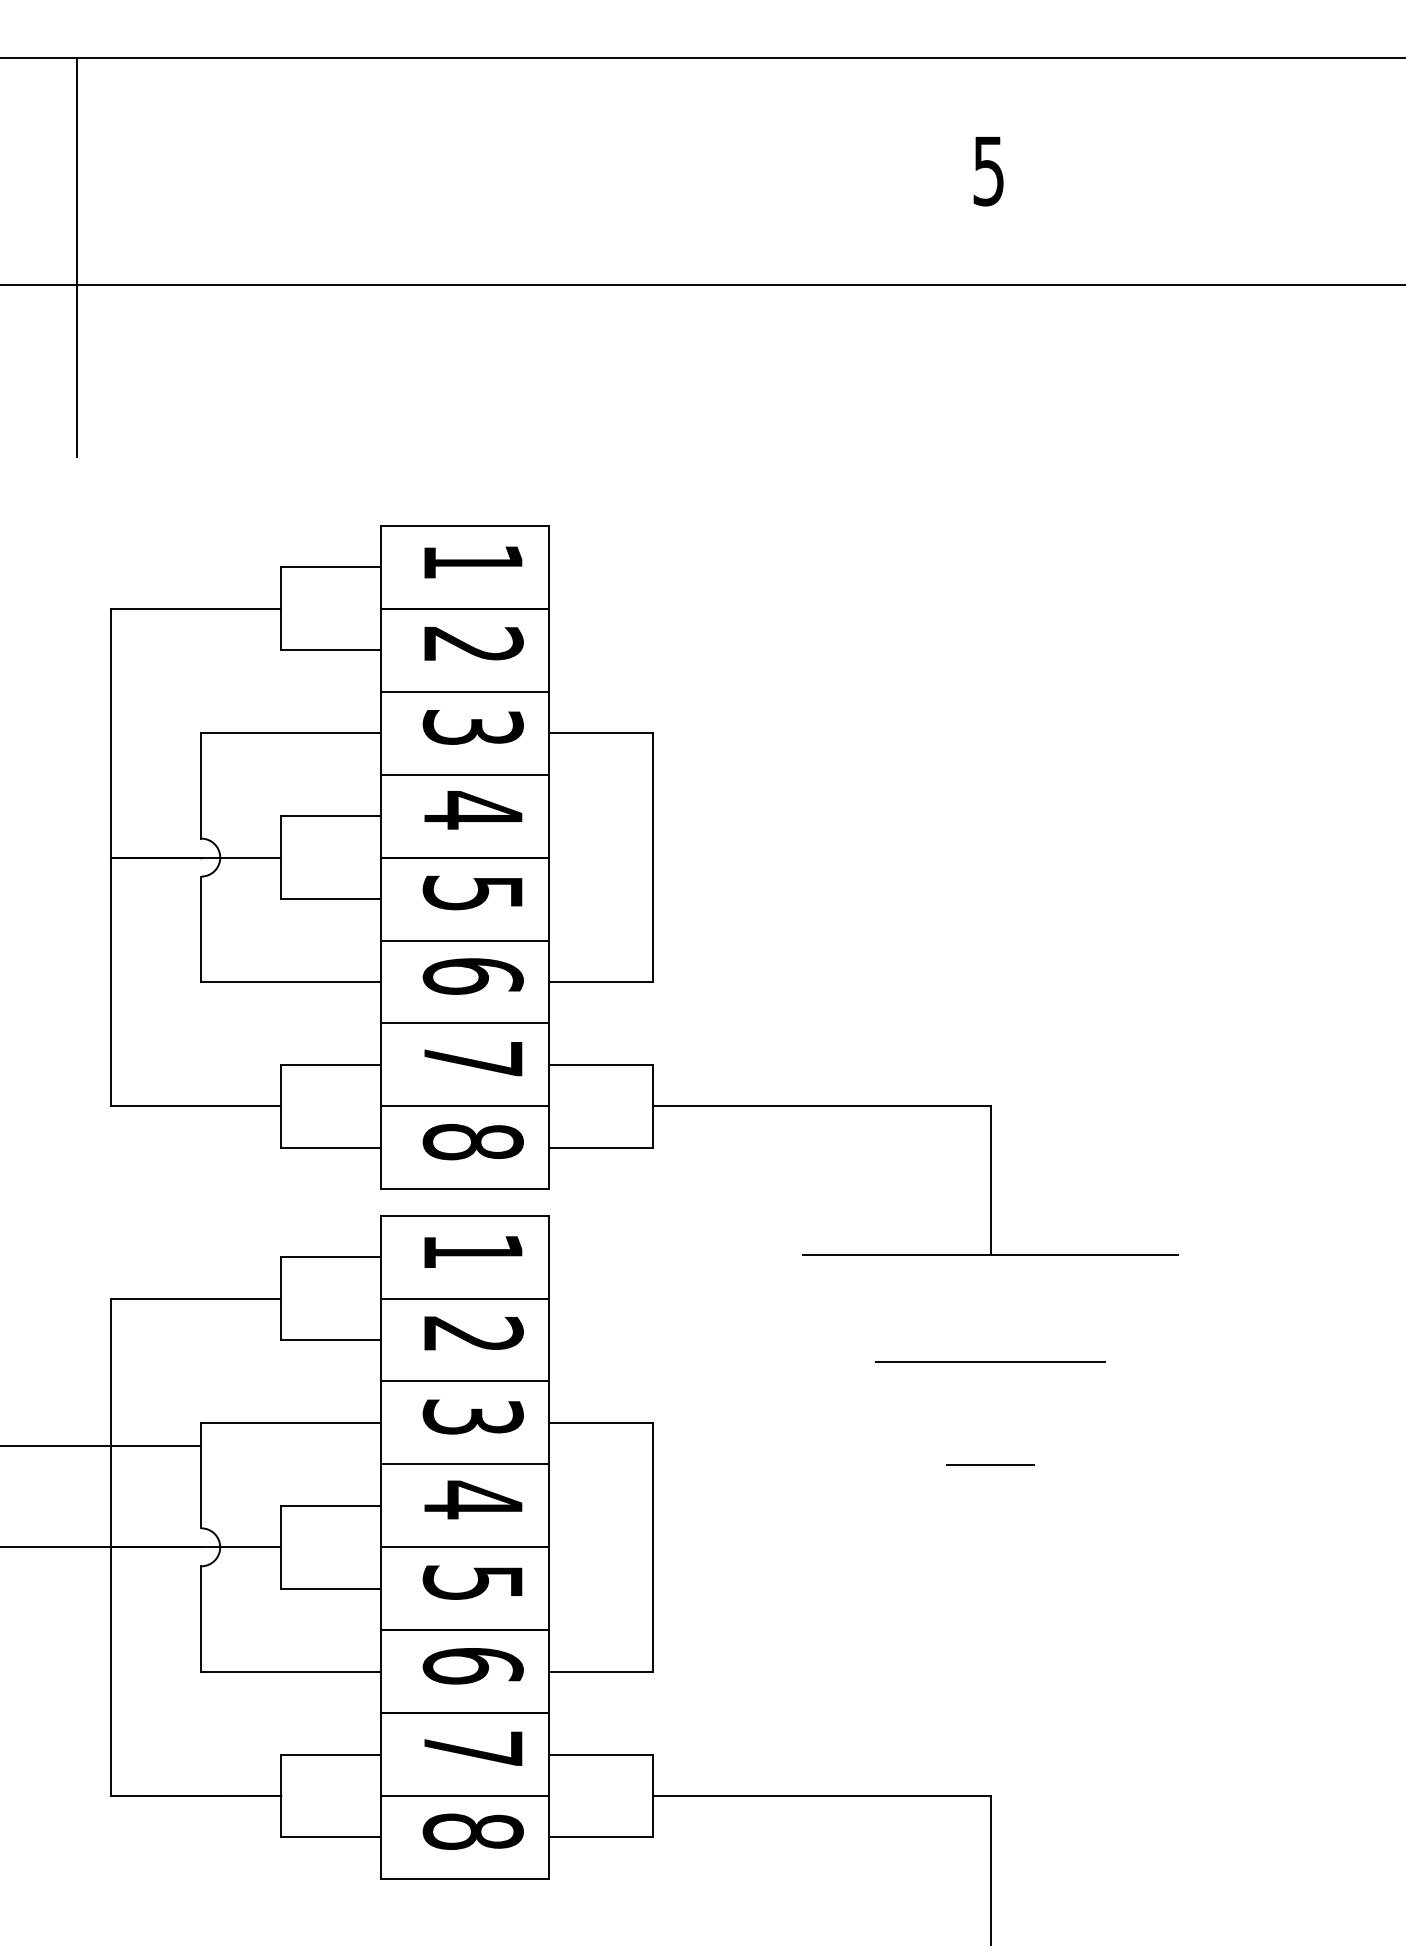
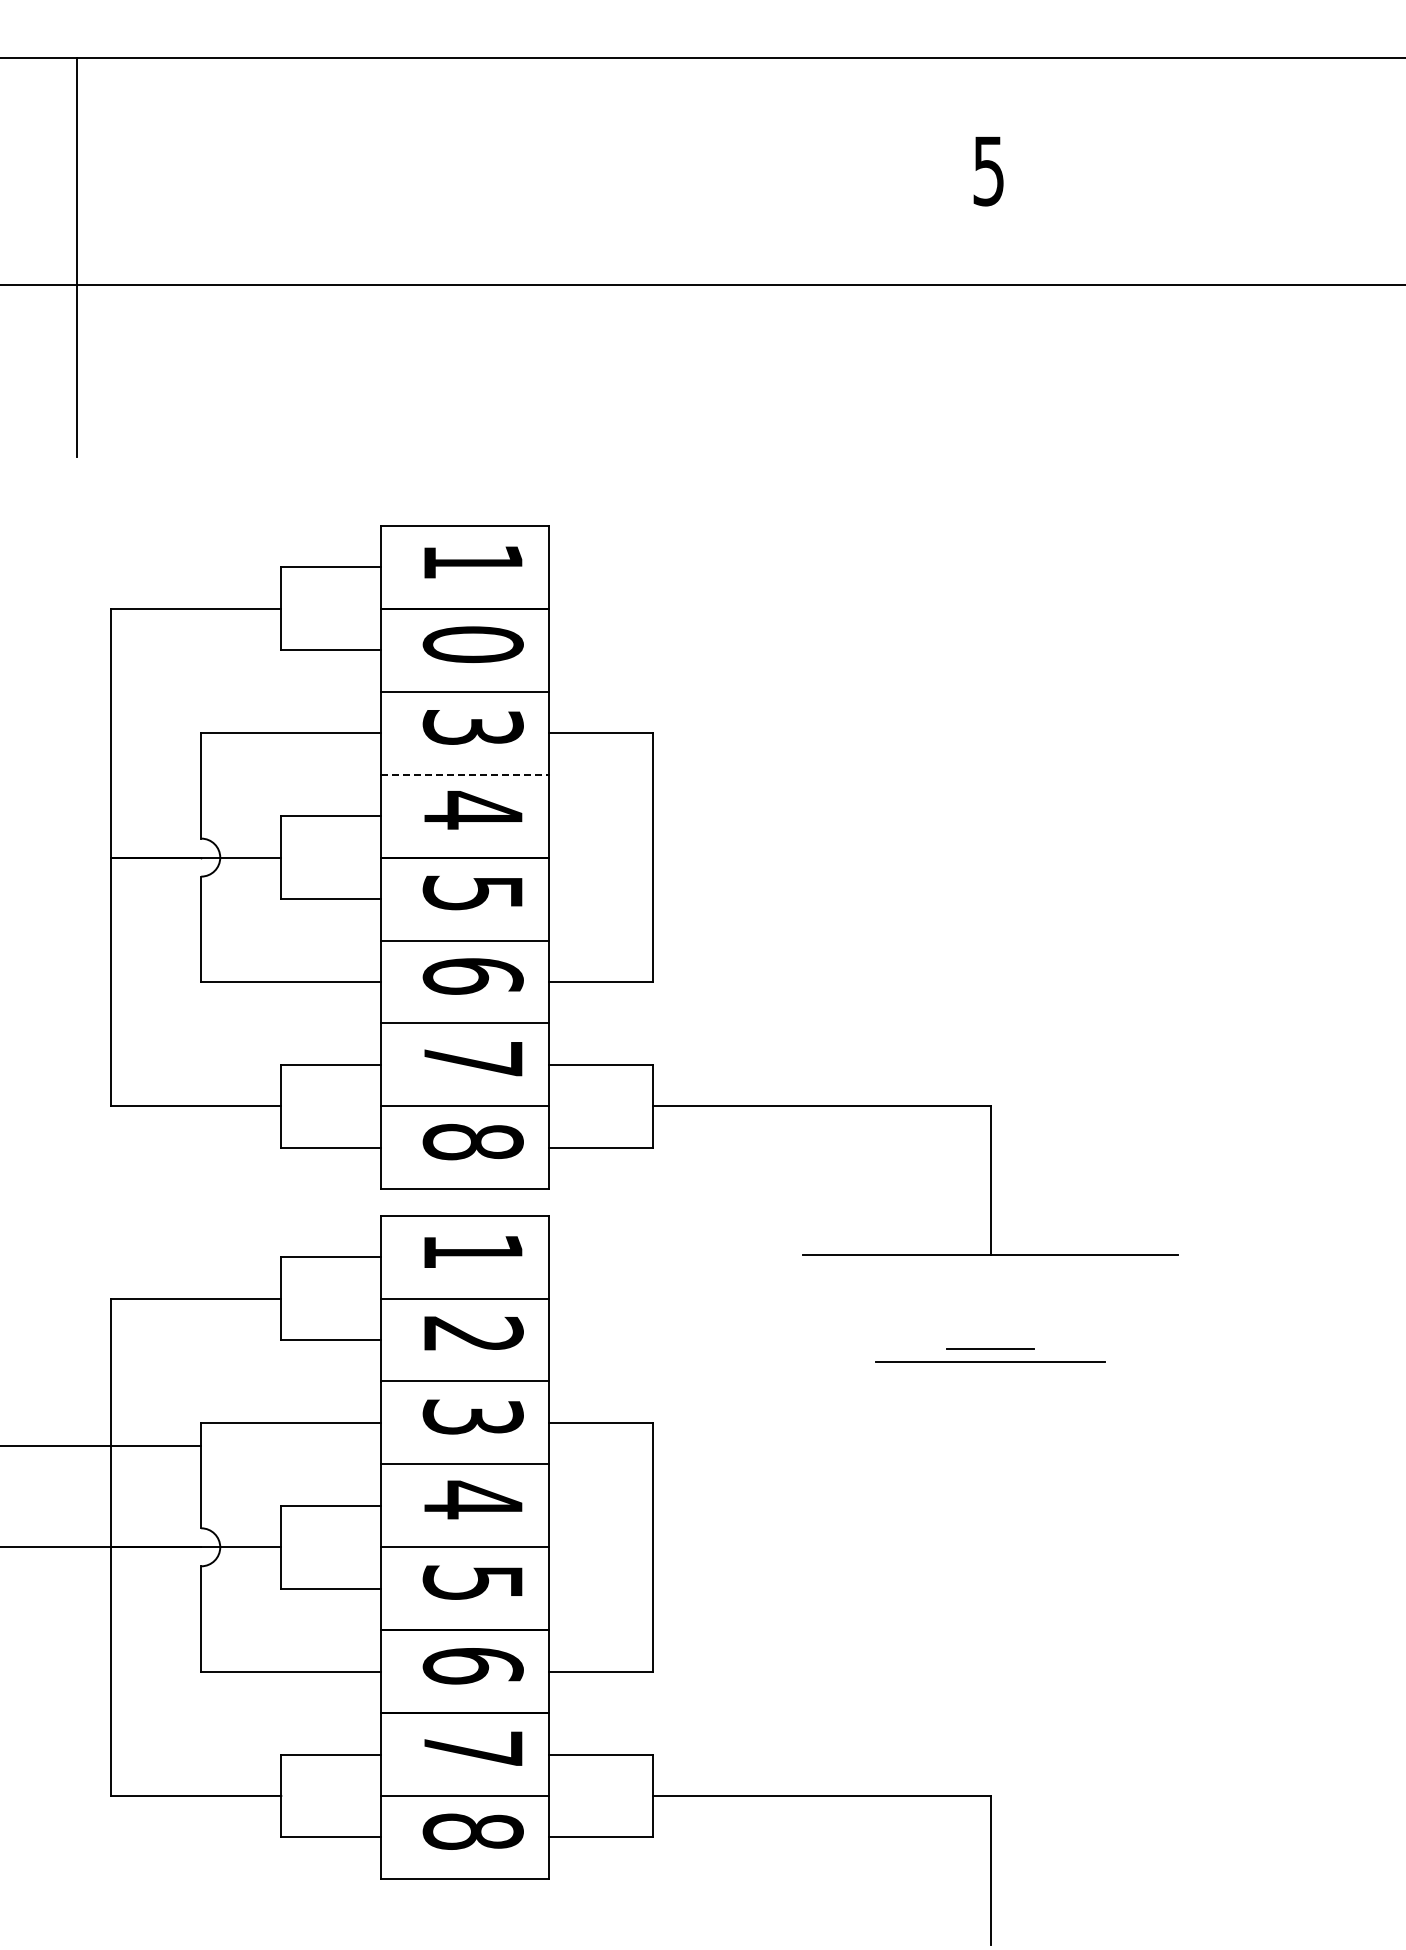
text at (472, 644): 2 -> 0
line at (465, 774): solid -> dashed
line at (990, 1464) position: (990, 1464) -> (990, 1348)
